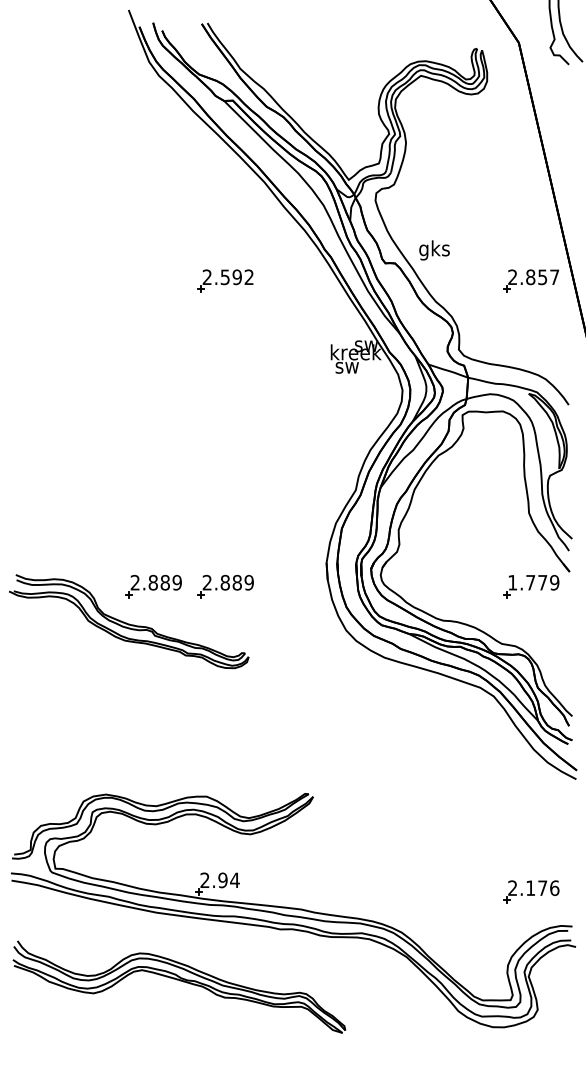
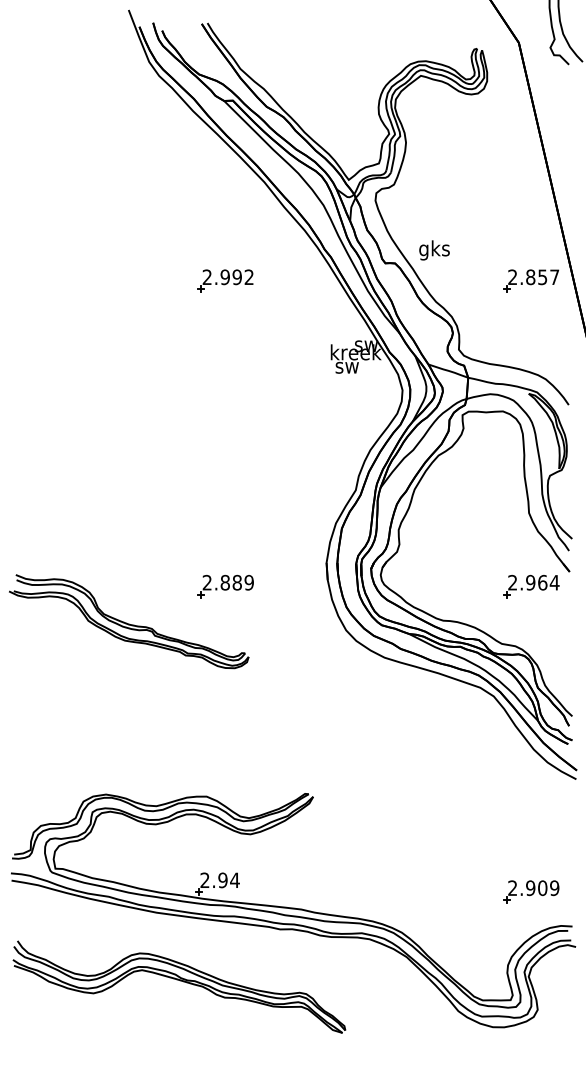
text at (224, 276): 2.592 -> 2.992
text at (533, 582): 1.779 -> 2.964
part at (153, 586): present -> none
text at (542, 888): 2.176 -> 2.909
